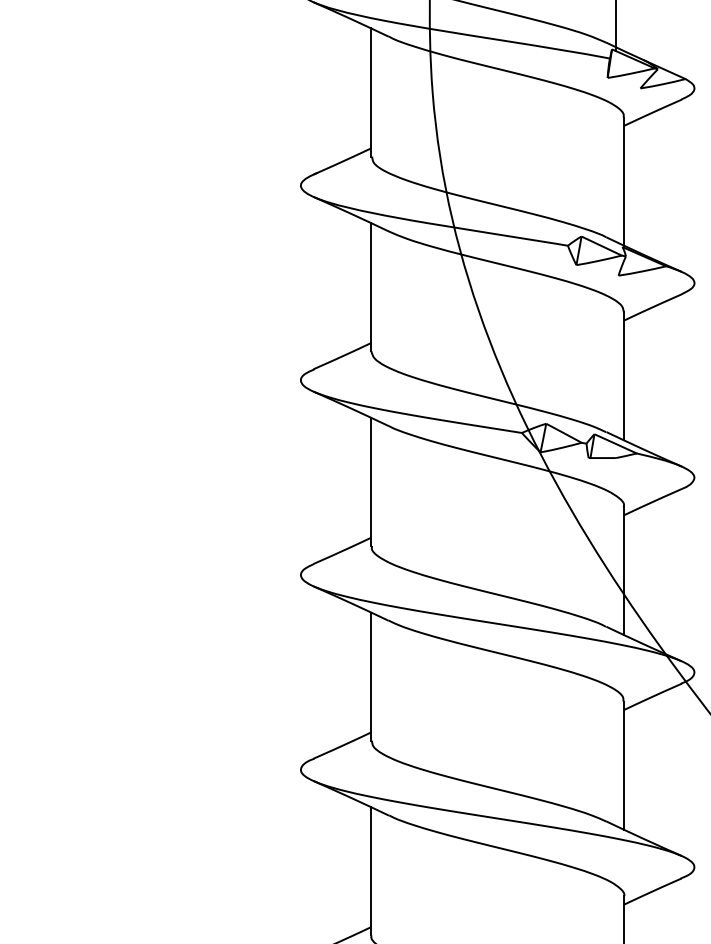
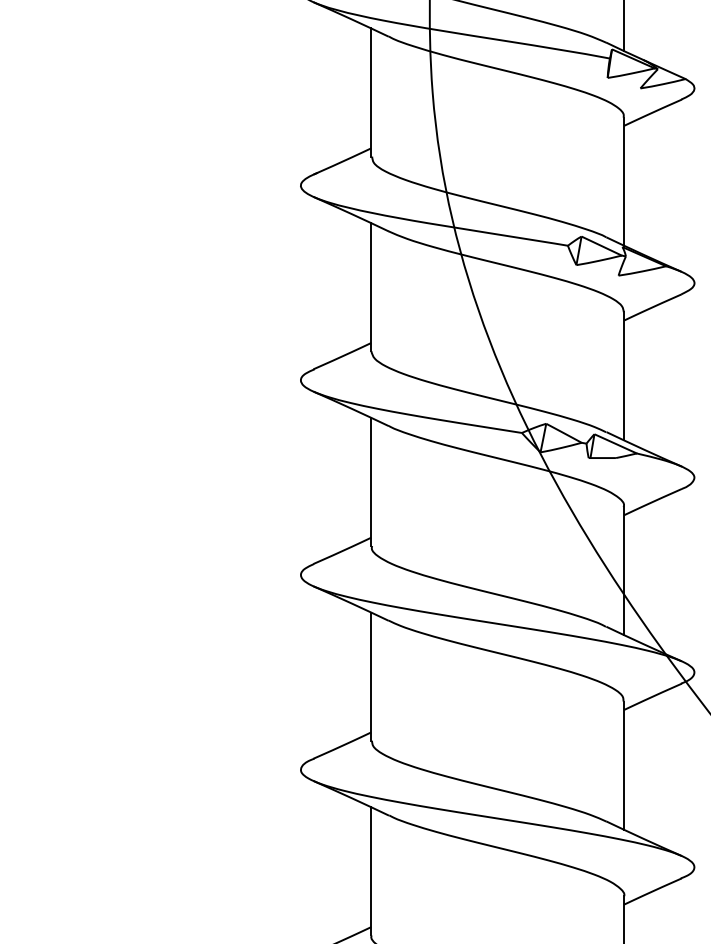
line at (616, 26) position: (616, 26) -> (624, 26)
